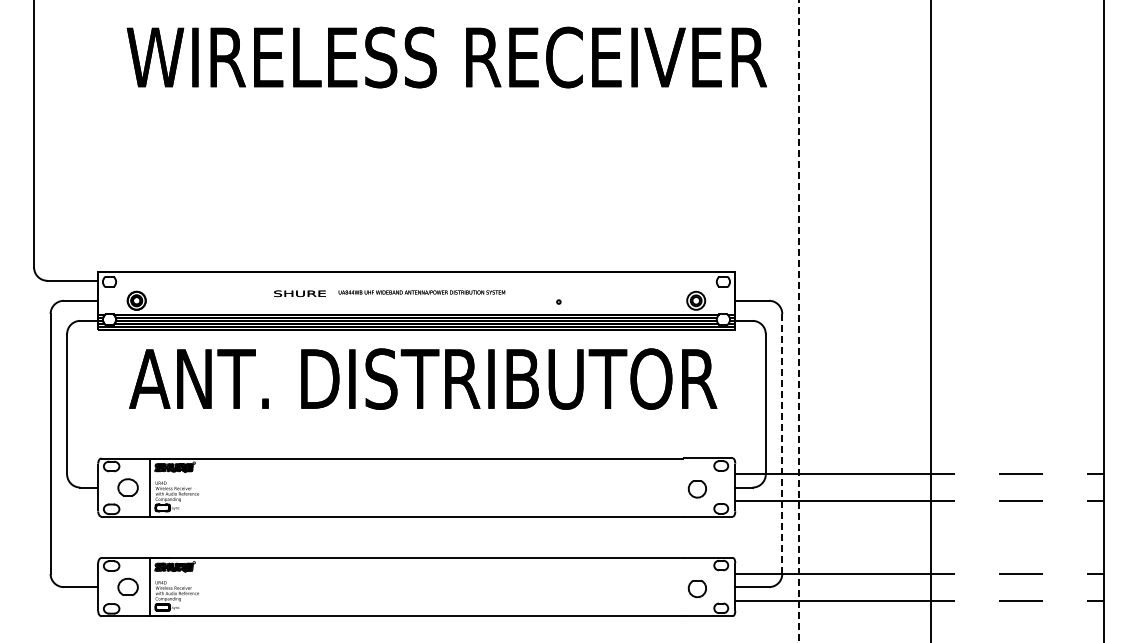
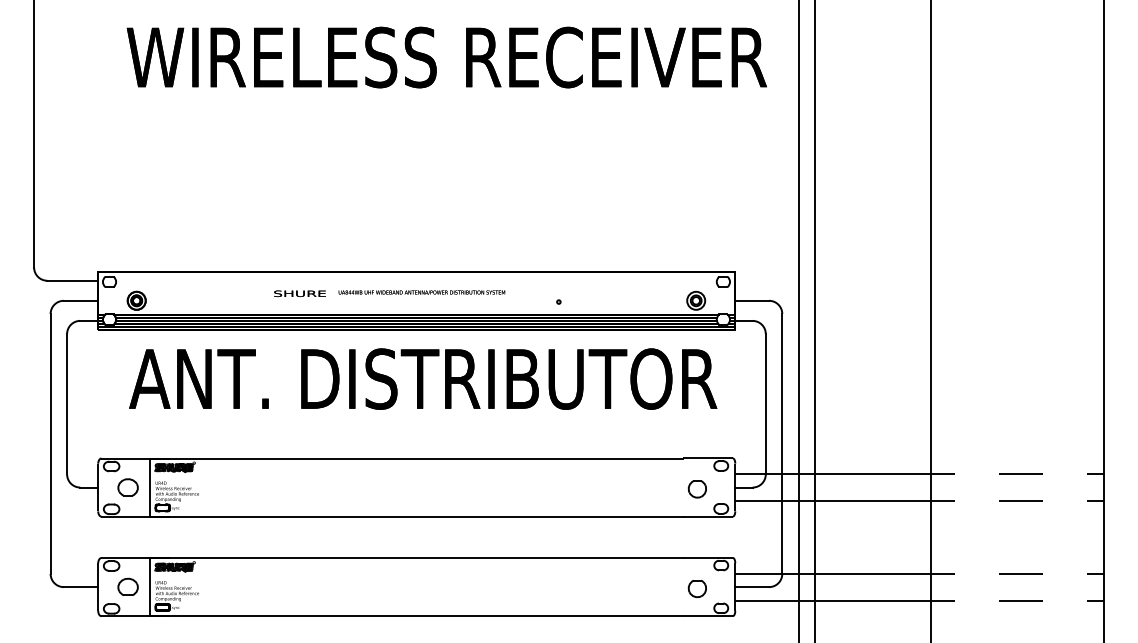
line at (815, 320): none -> present
line at (798, 321): dashed -> solid
line at (782, 443): dashed -> solid
